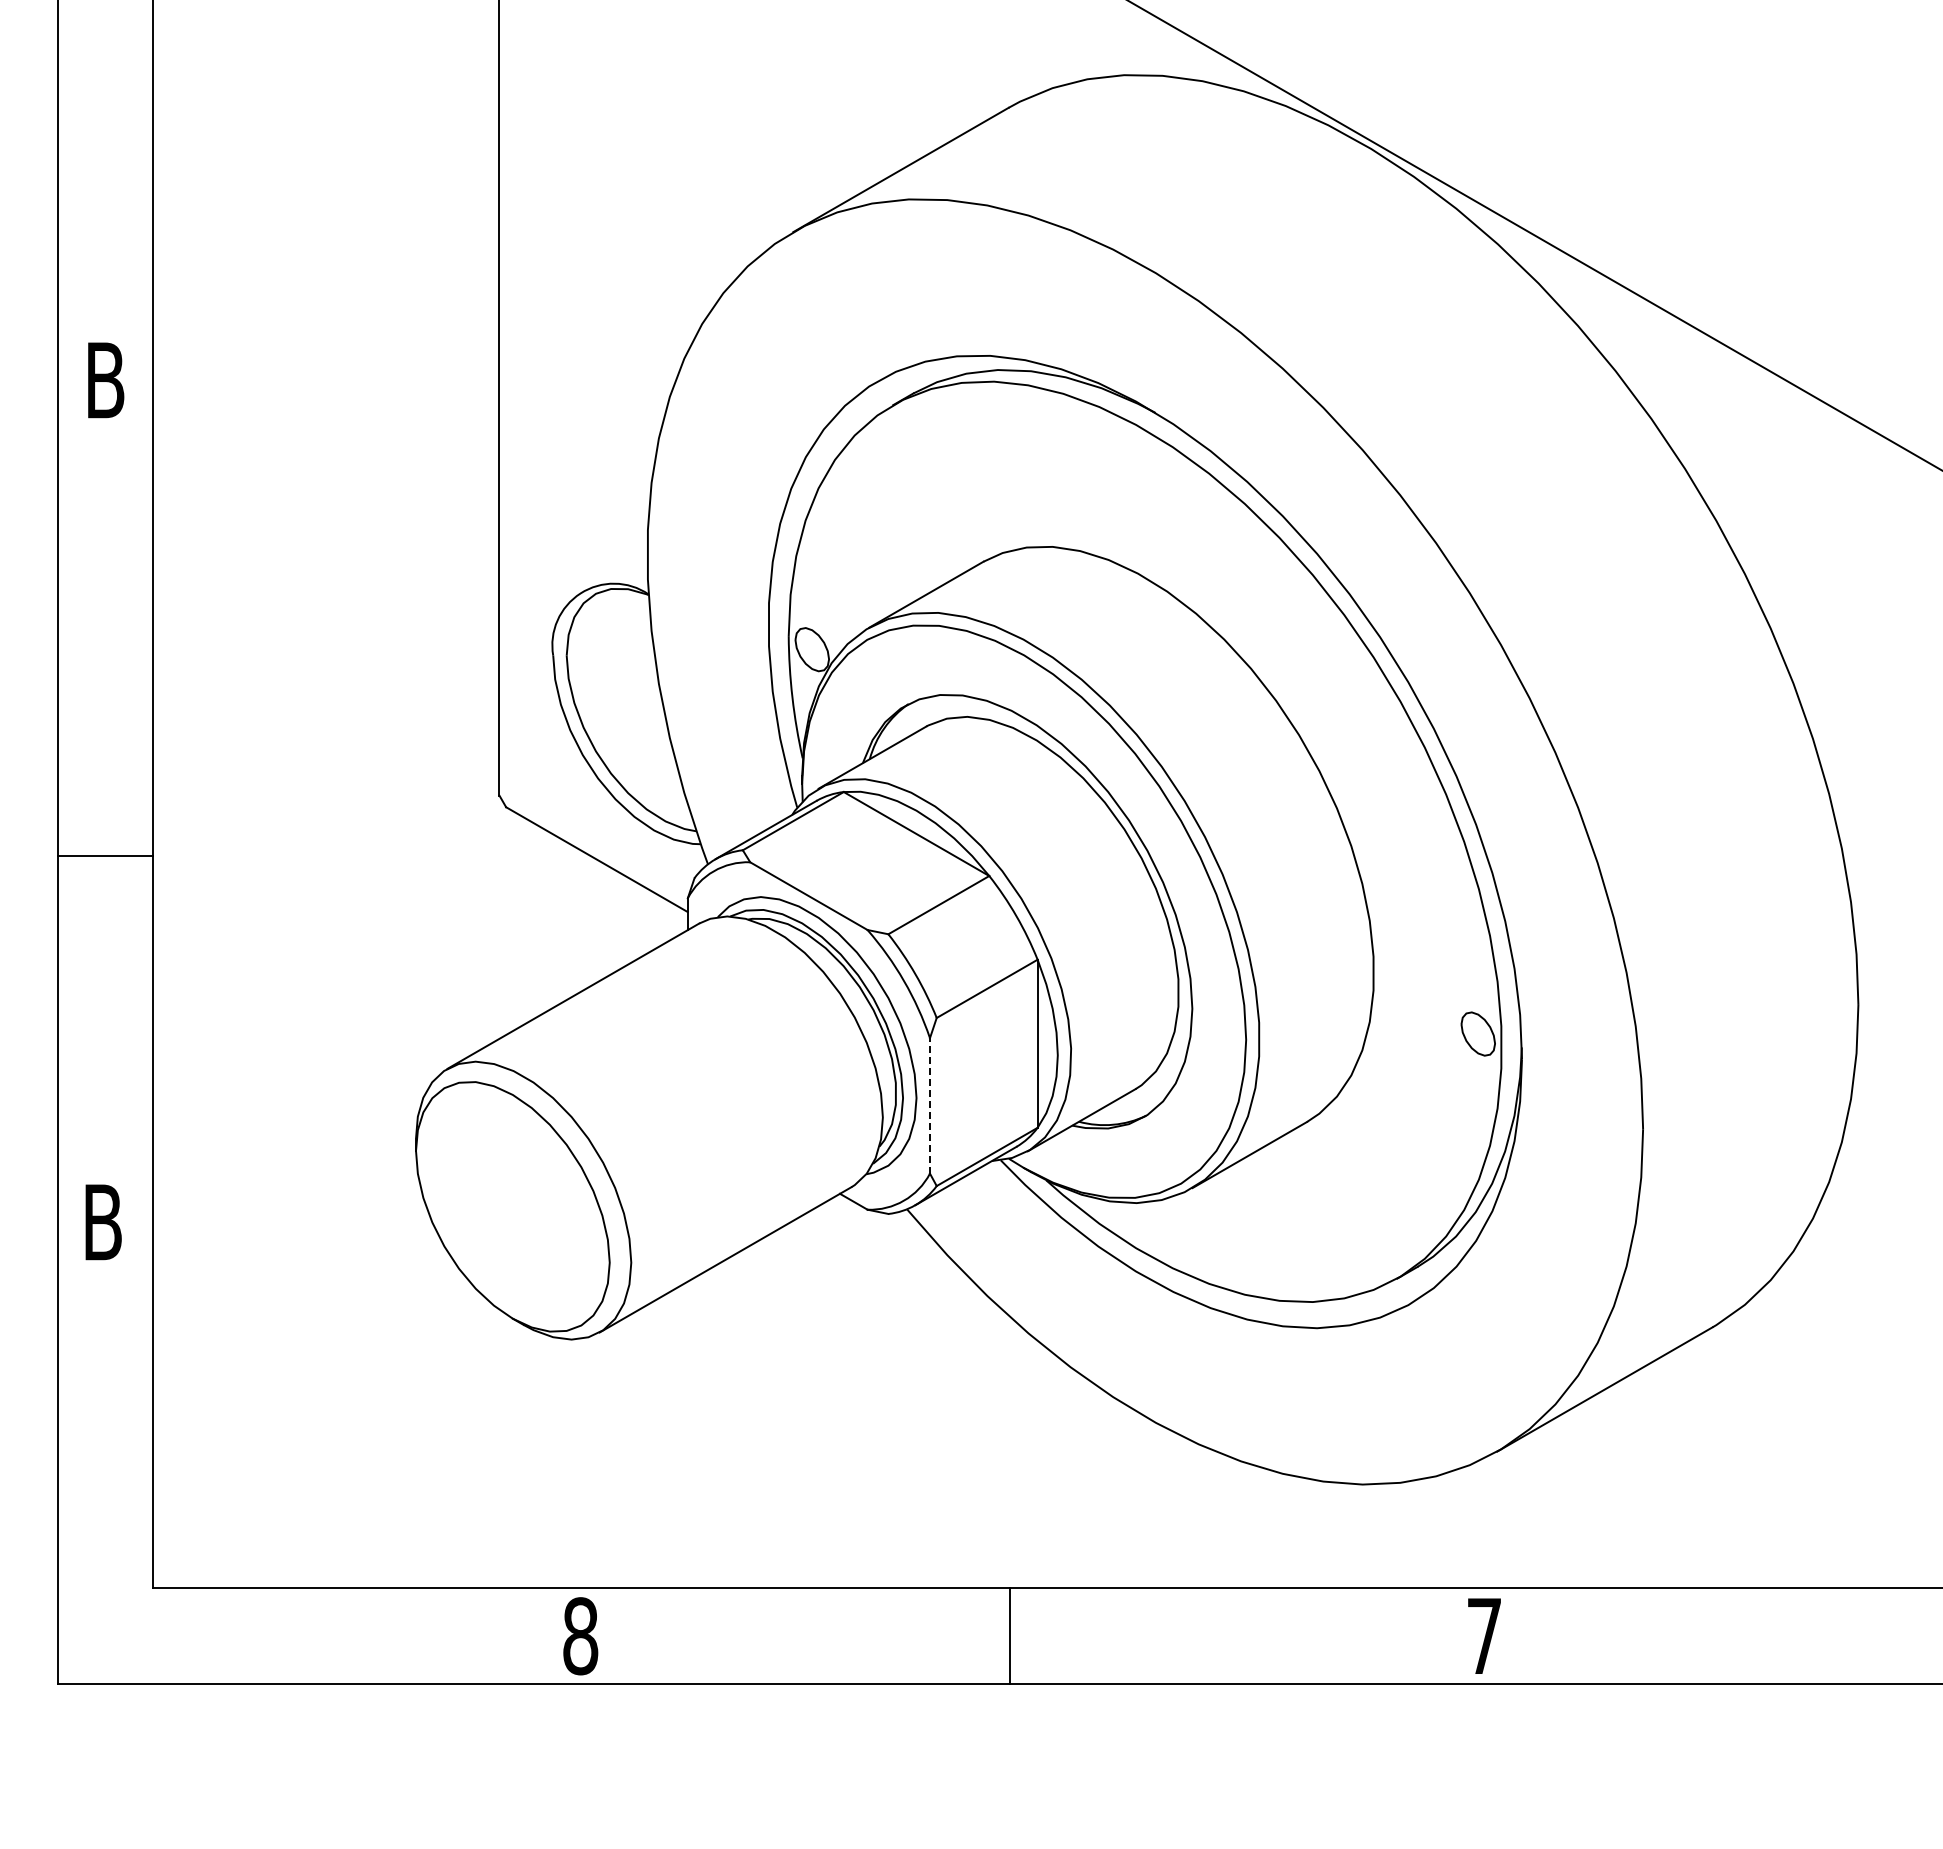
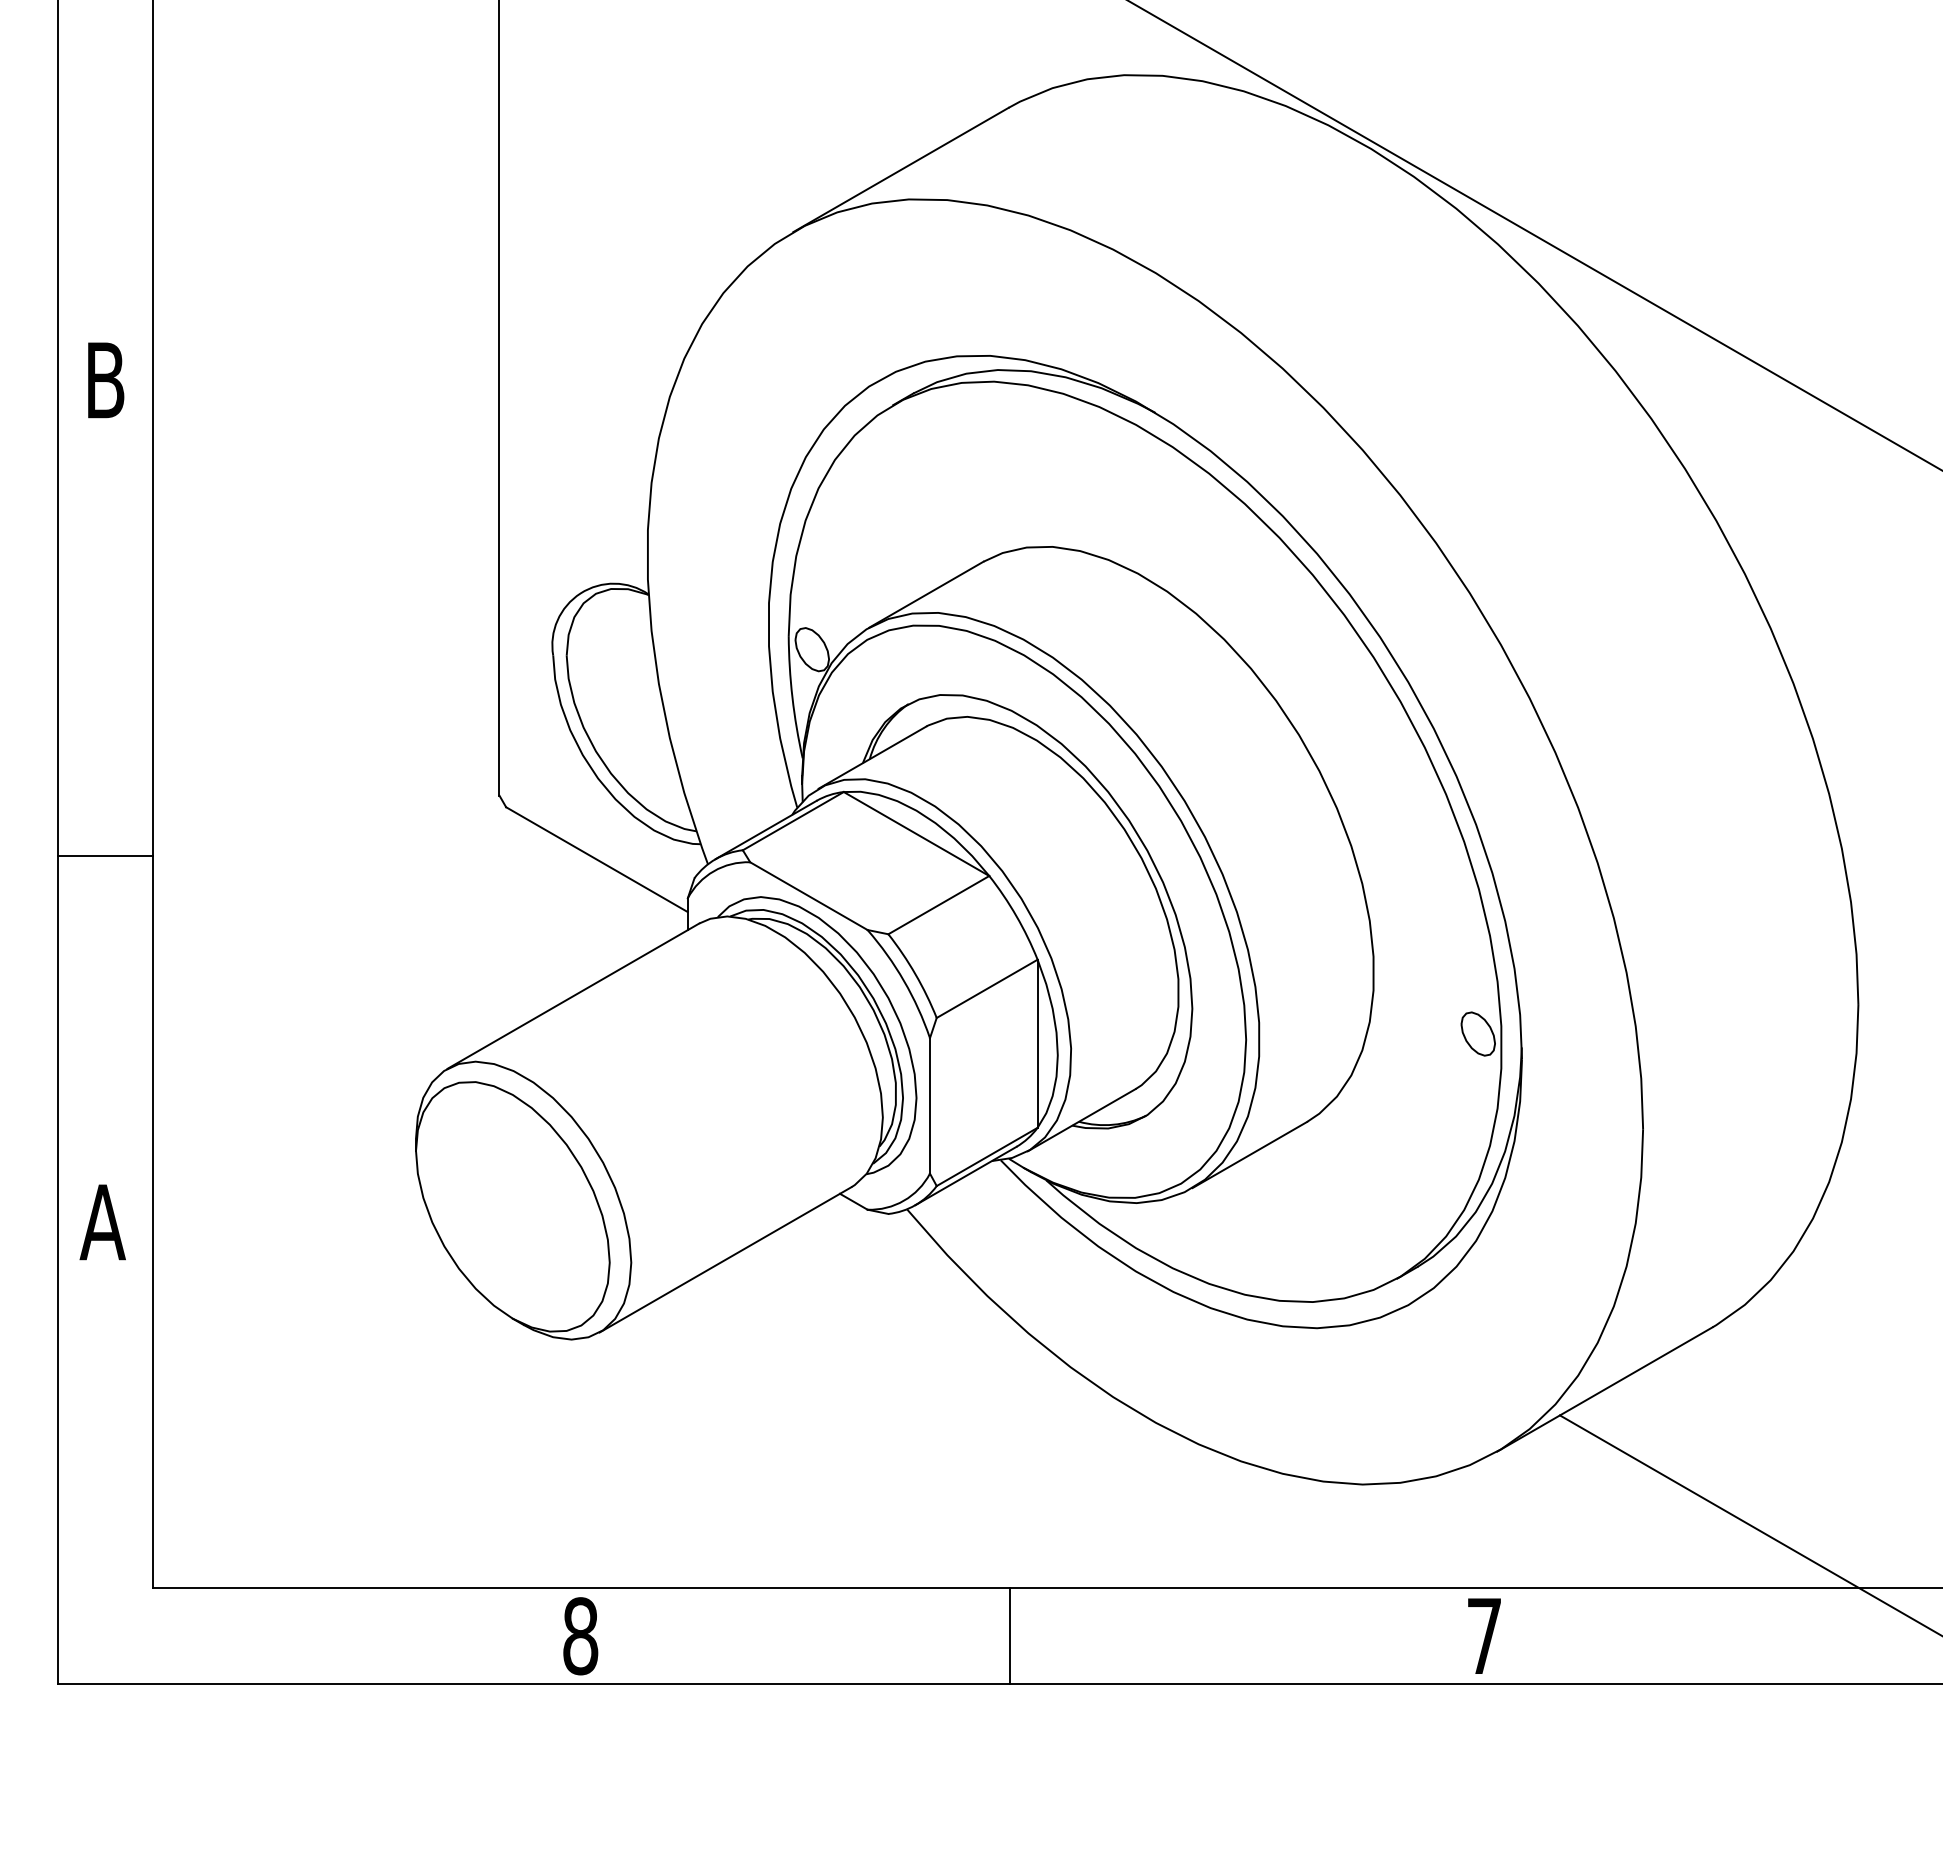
line at (929, 1105): dashed -> solid
text at (102, 1222): B -> A
line at (1749, 1524): none -> present
